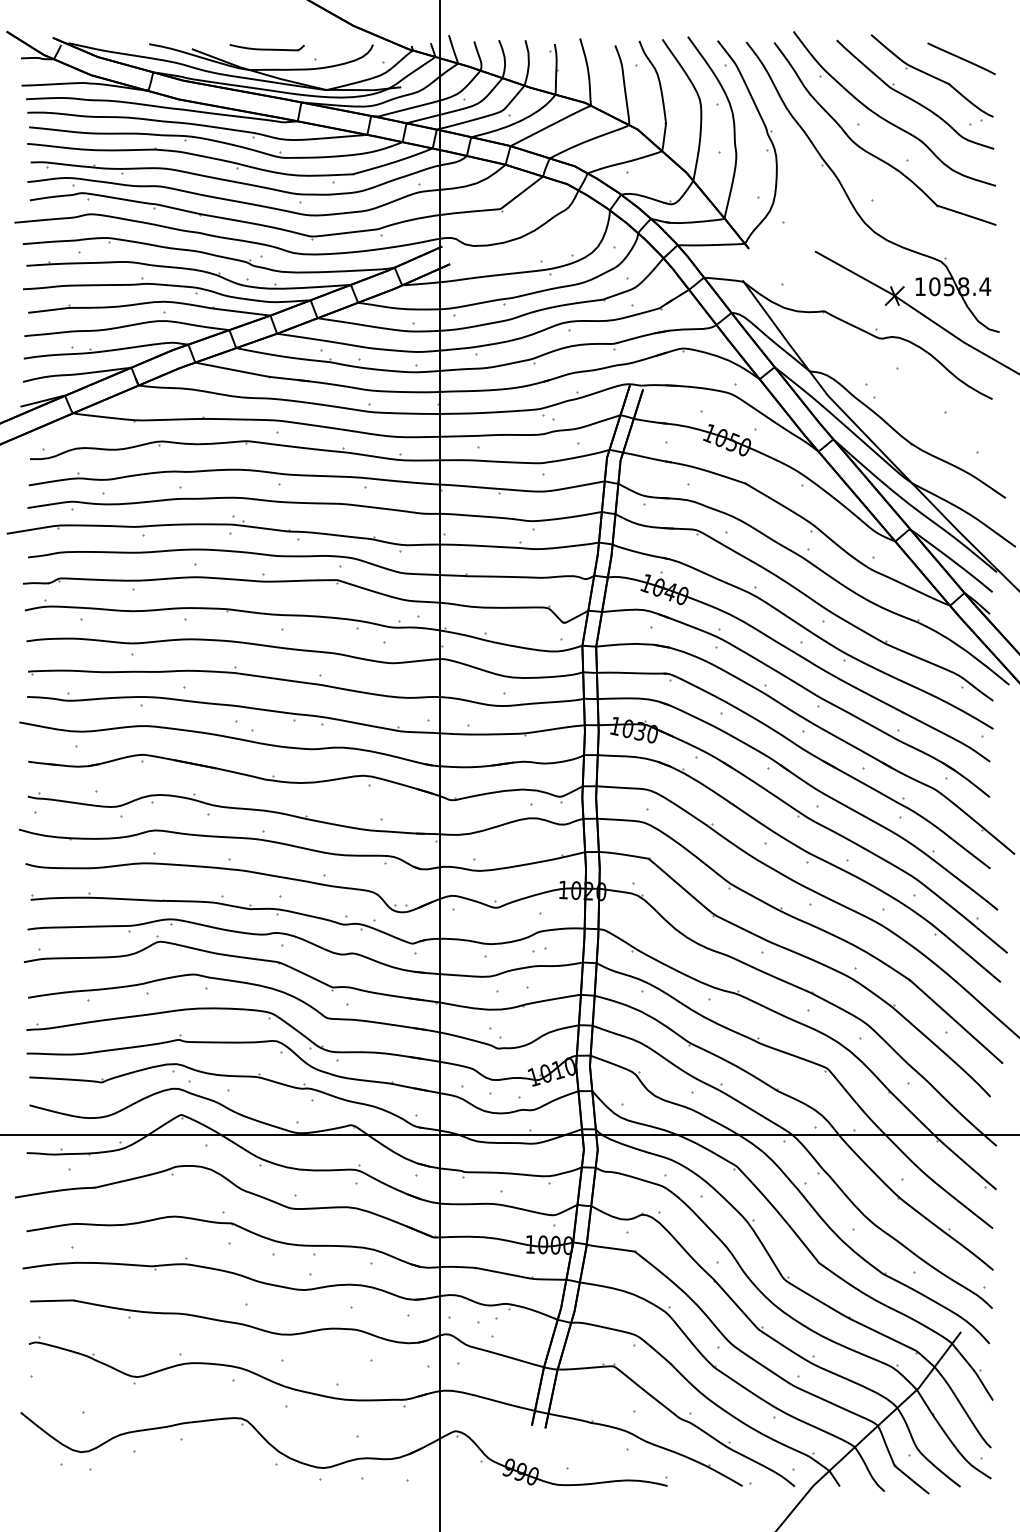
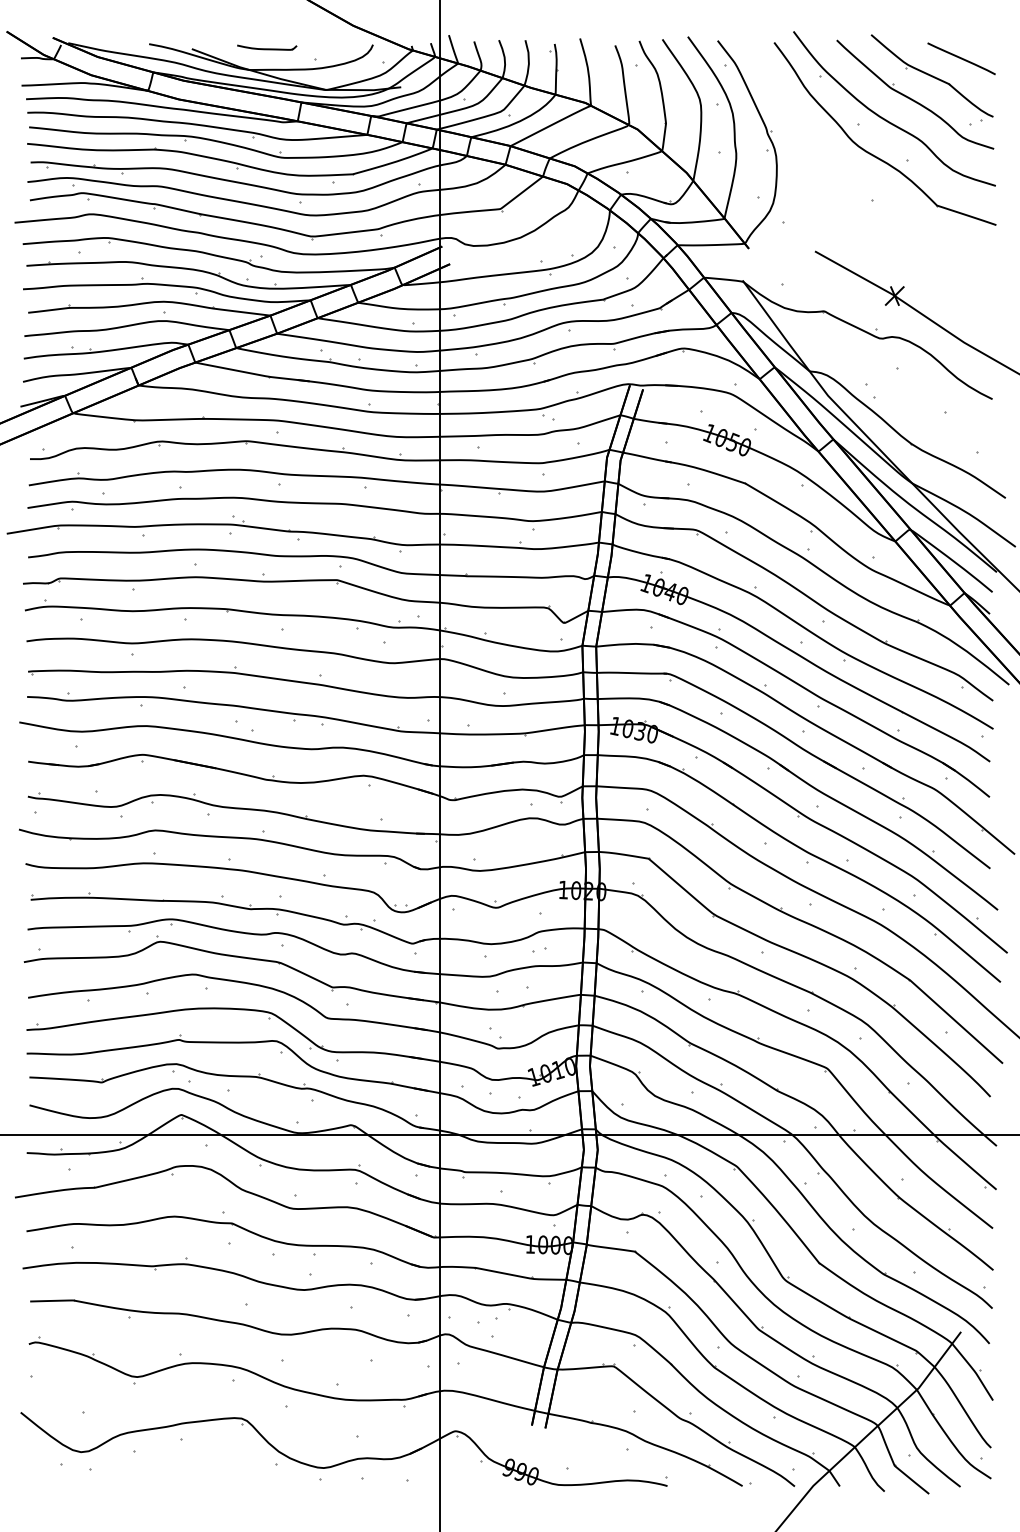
part at (266, 47) size: 76x8 px -> 61x7 px
part at (849, 197): present -> none
